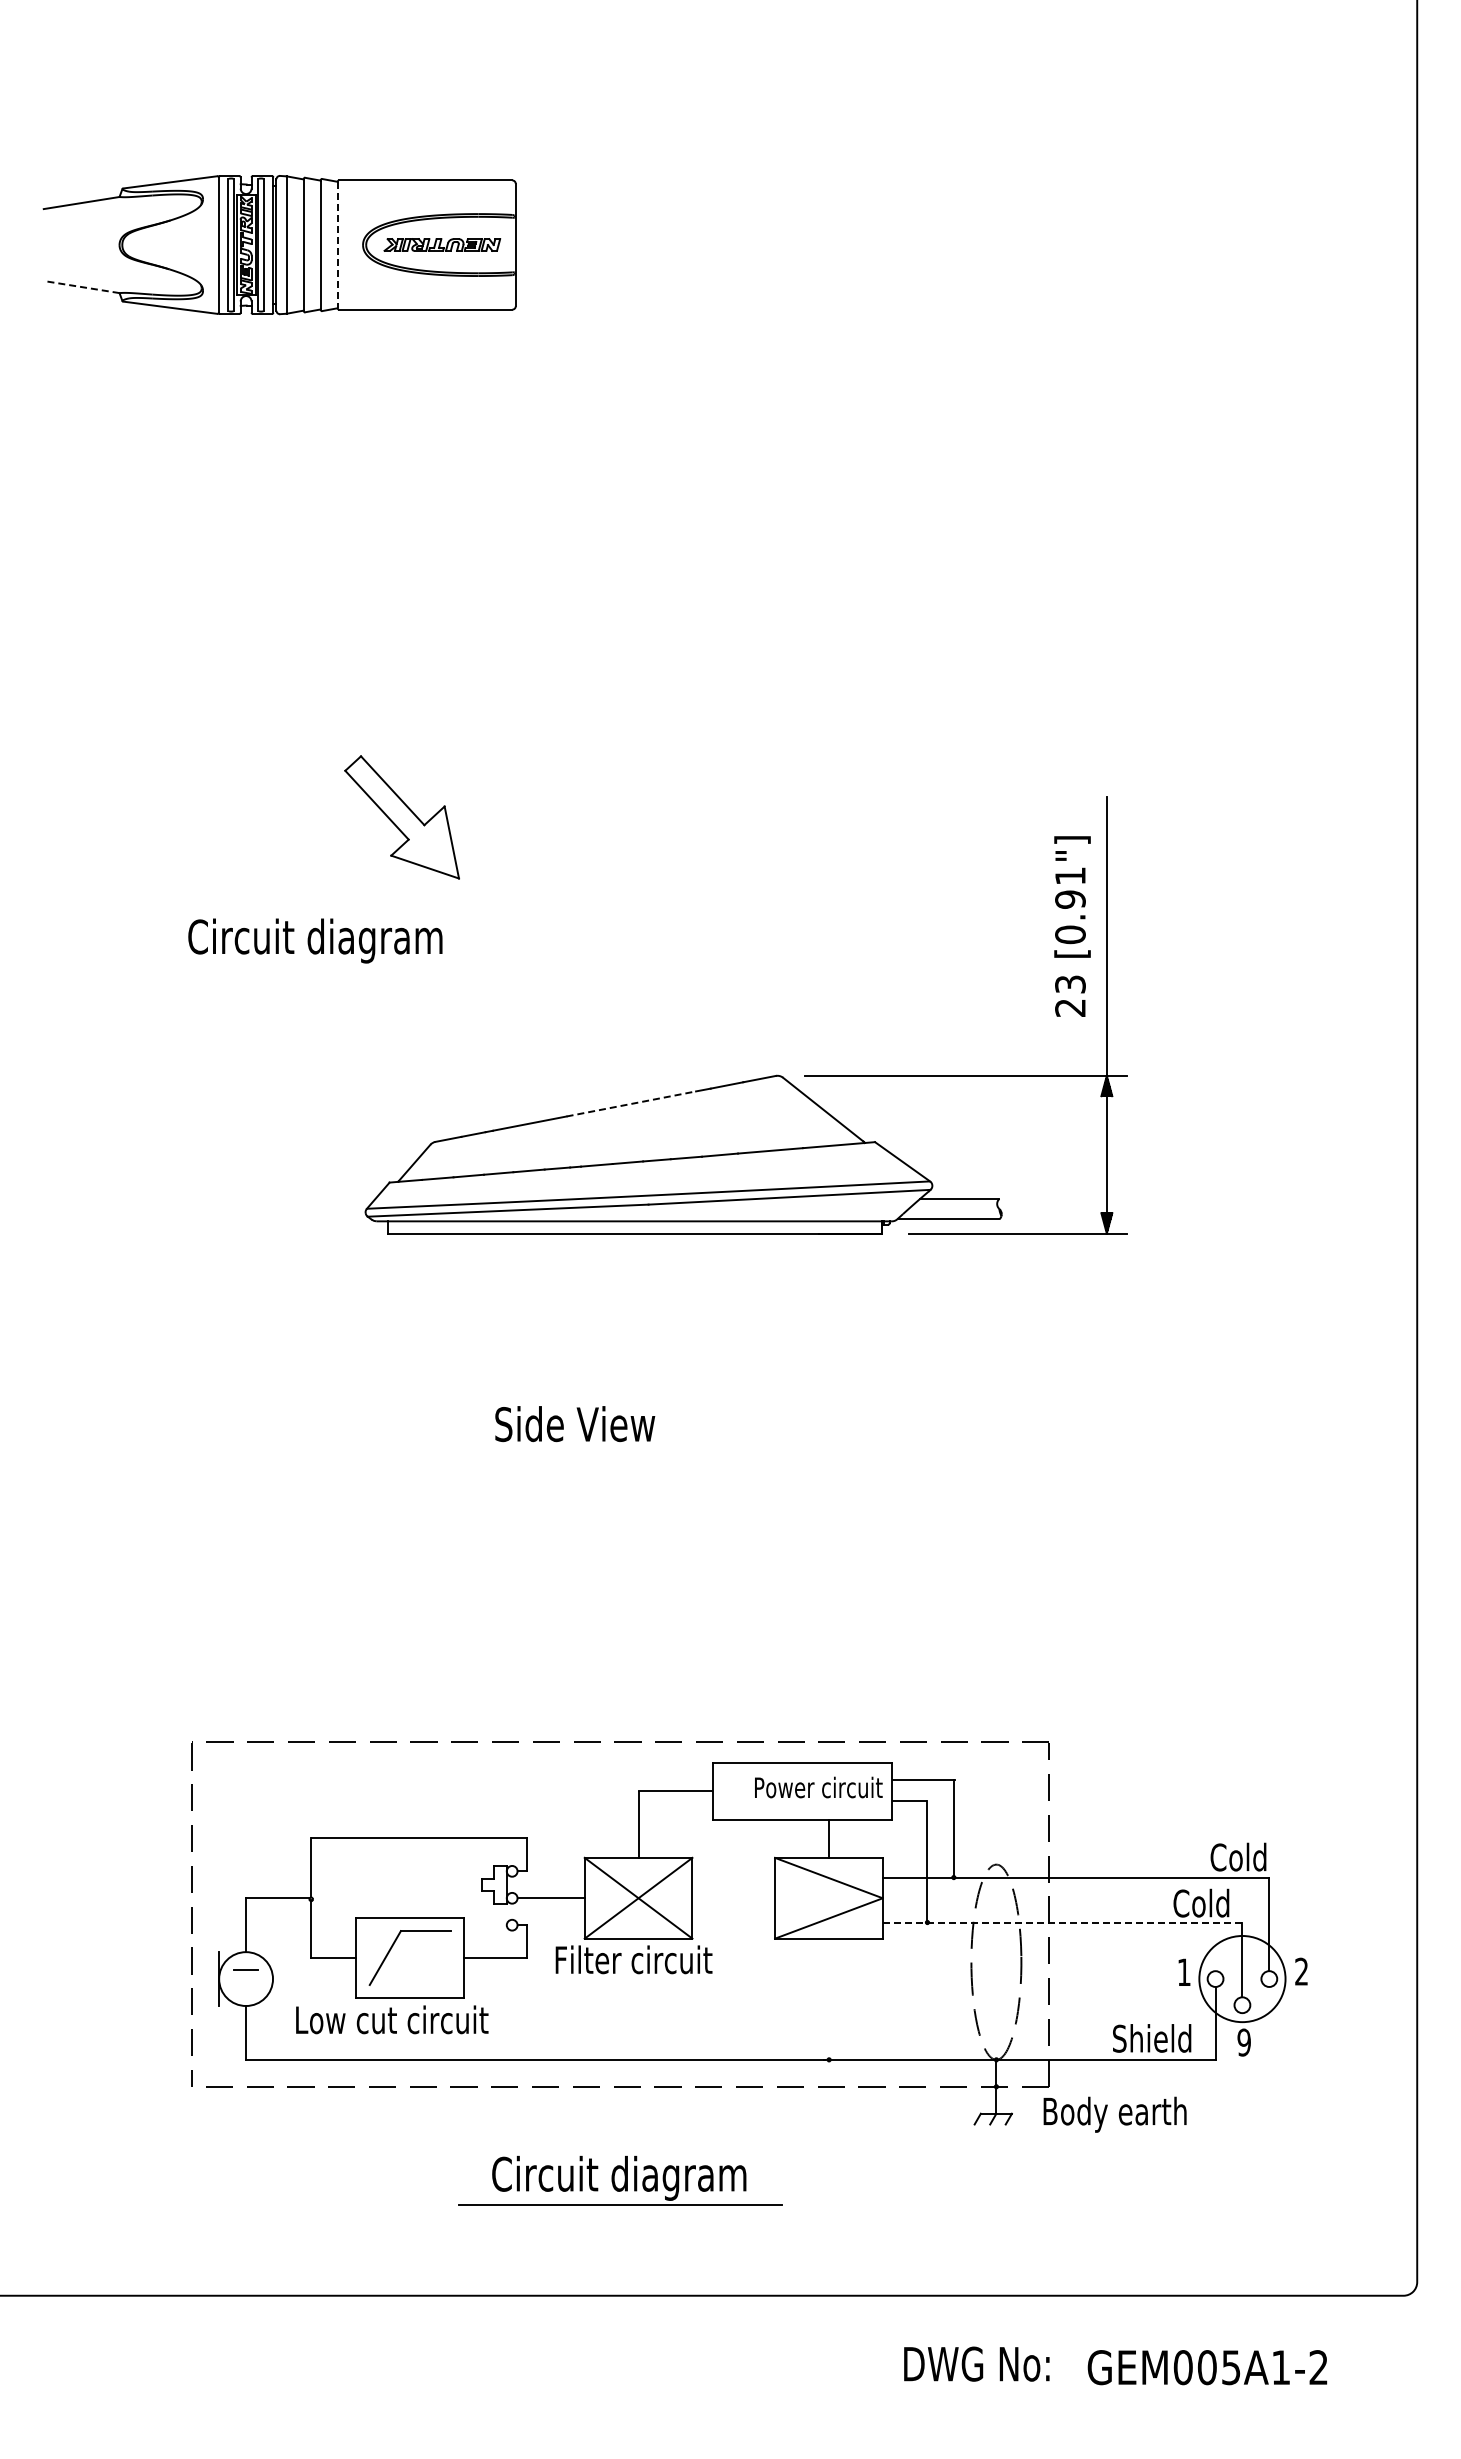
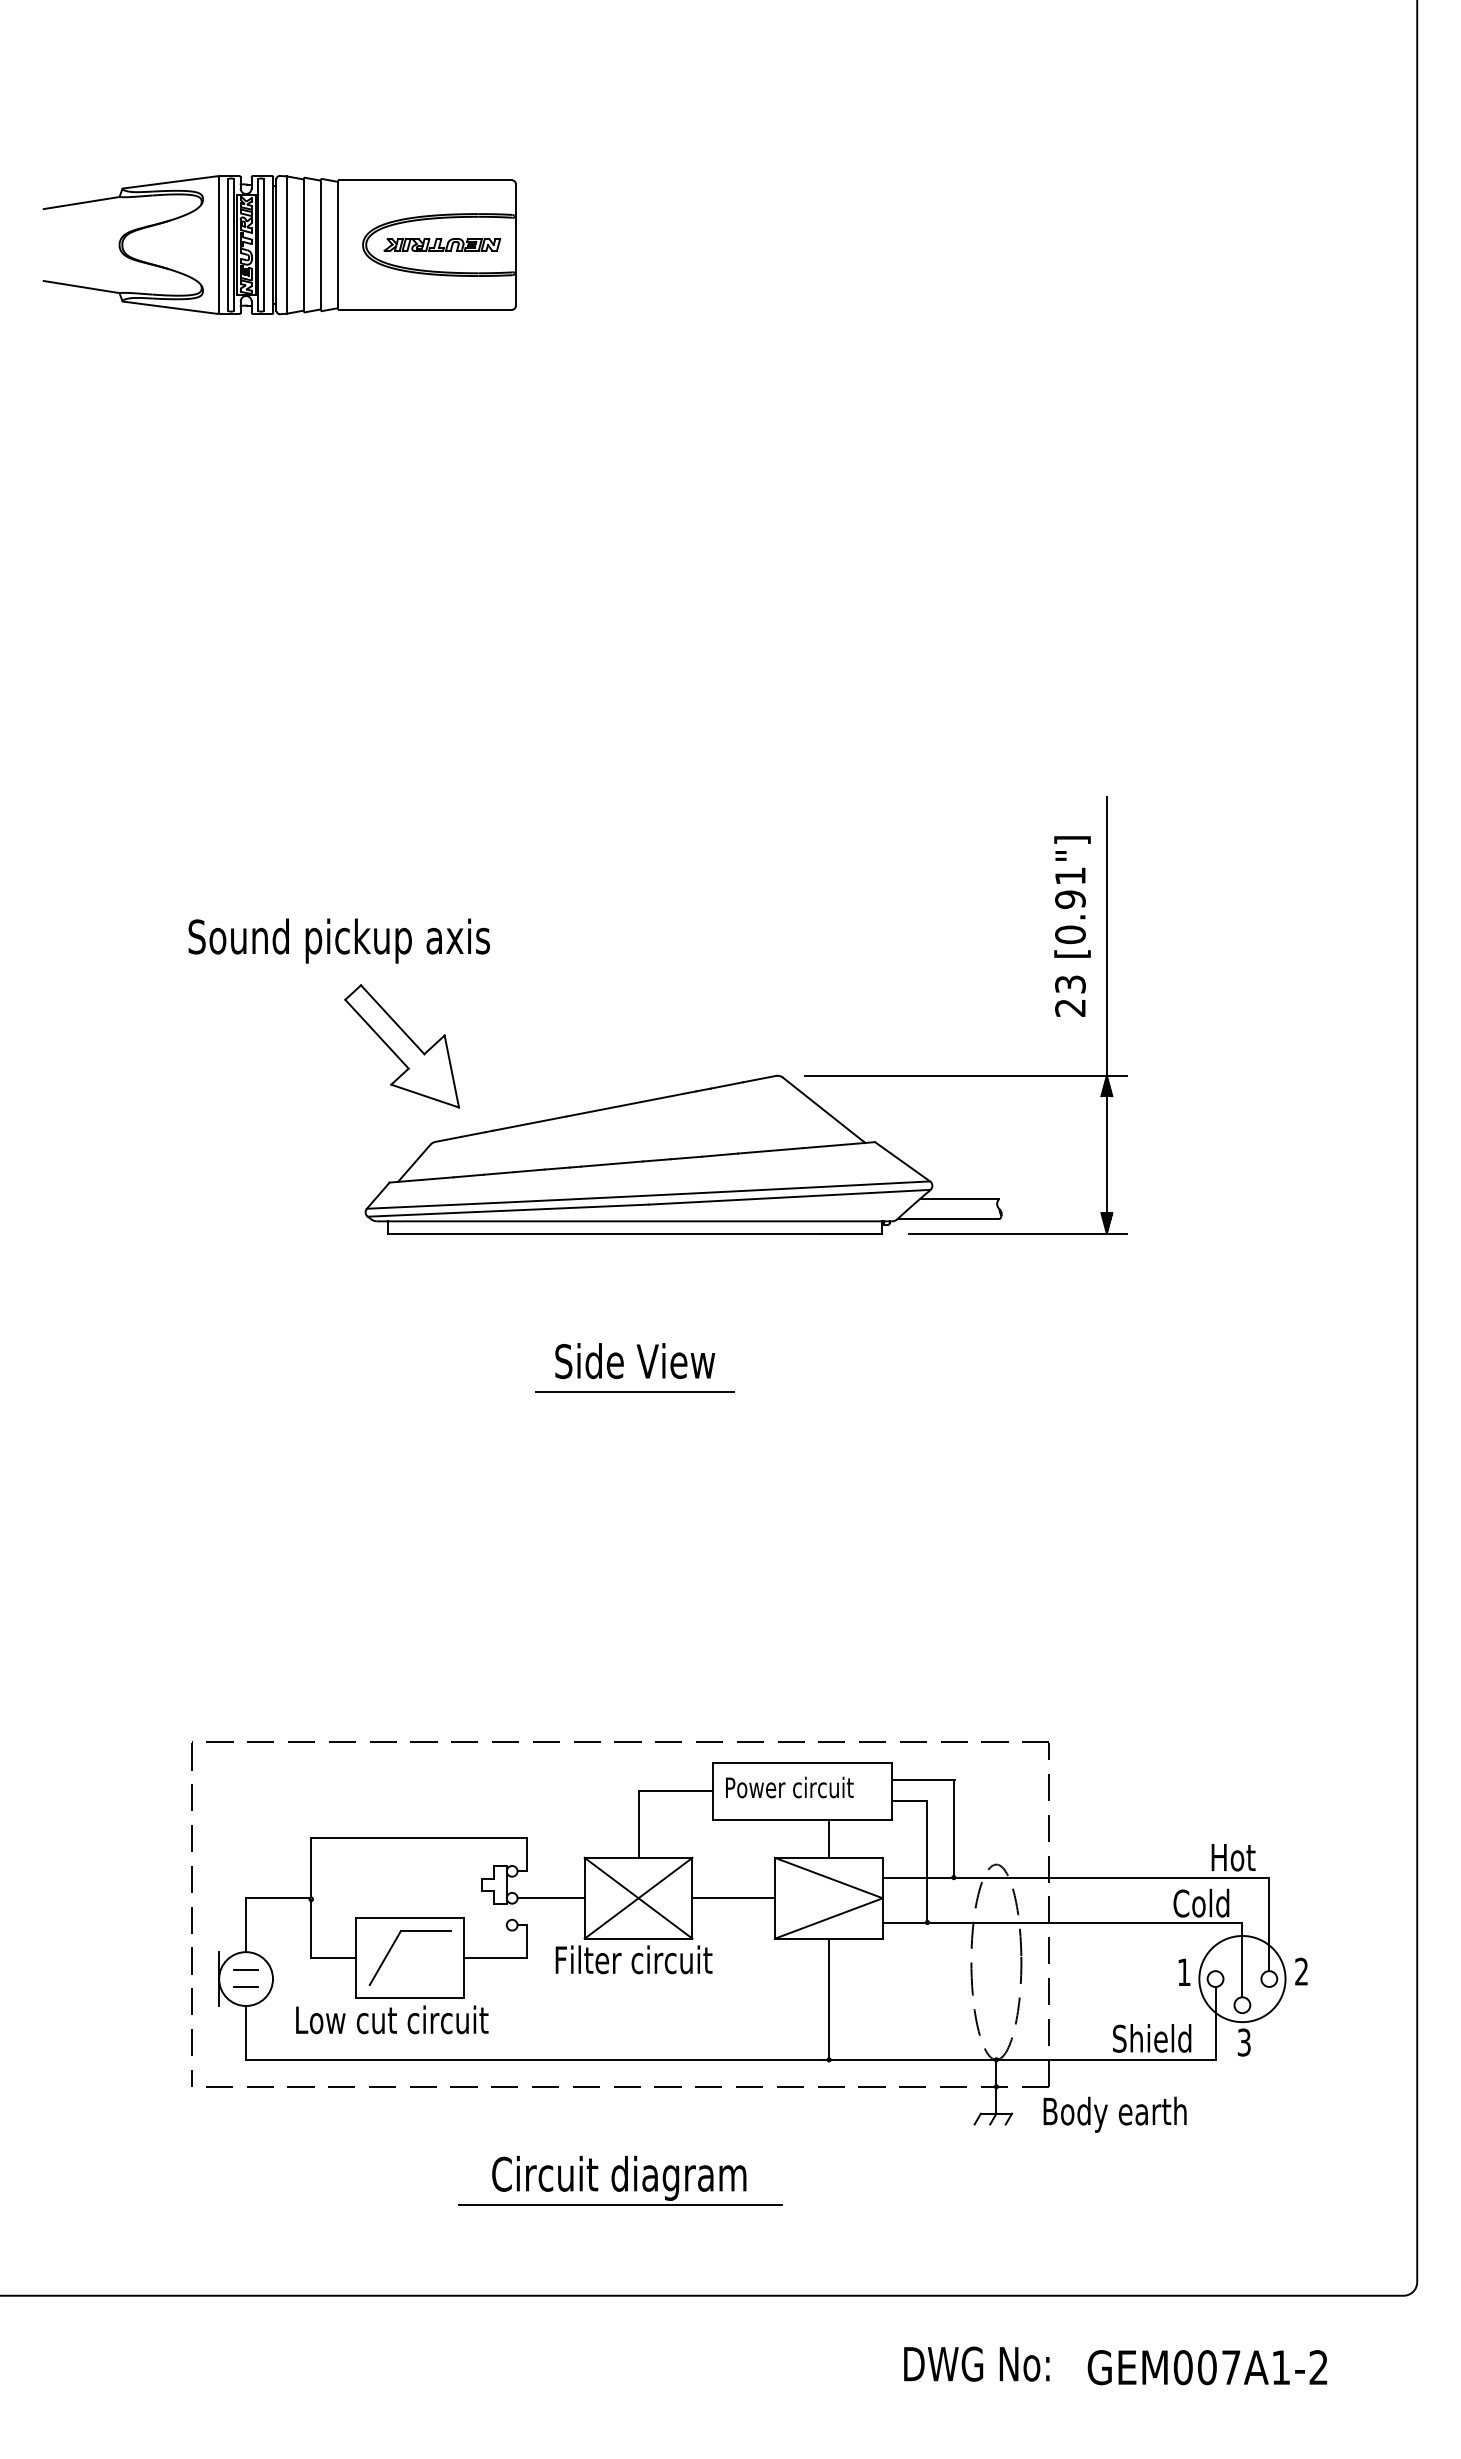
line at (337, 245): dashed -> solid
line at (81, 286): dashed -> solid
part at (401, 817) position: (401, 817) -> (401, 1046)
text at (338, 940): Circuit diagram -> Sound pickup axis
line at (631, 1103): dashed -> solid
line at (634, 1392): none -> present
text at (575, 1424) position: (575, 1424) -> (635, 1361)
text at (818, 1787) position: (818, 1787) -> (789, 1787)
text at (1238, 1856): Cold -> Hot
line at (733, 1898): none -> present
line at (1062, 1923): dashed -> solid
line at (246, 1987): none -> present
line at (828, 1998): none -> present
text at (1243, 2042): 9 -> 3
text at (1231, 2367): GEM005A1-2 -> GEM007A1-2
